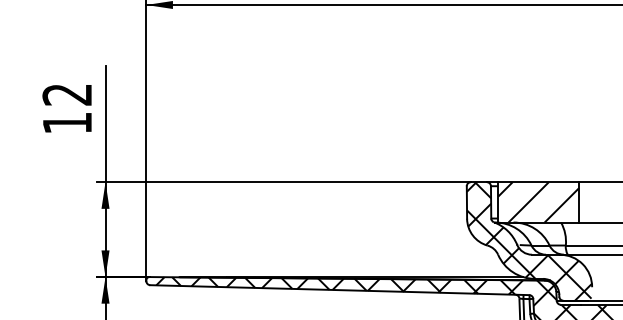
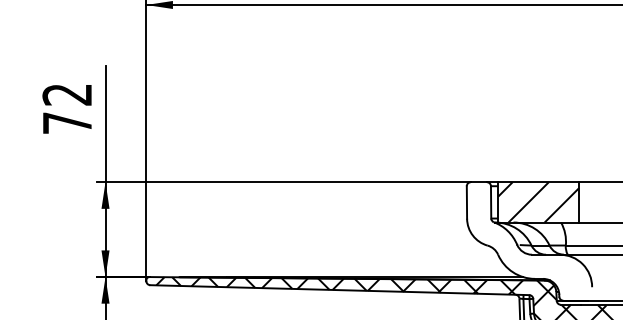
text at (67, 122): 12 -> 72
hatch at (528, 241): present -> none
